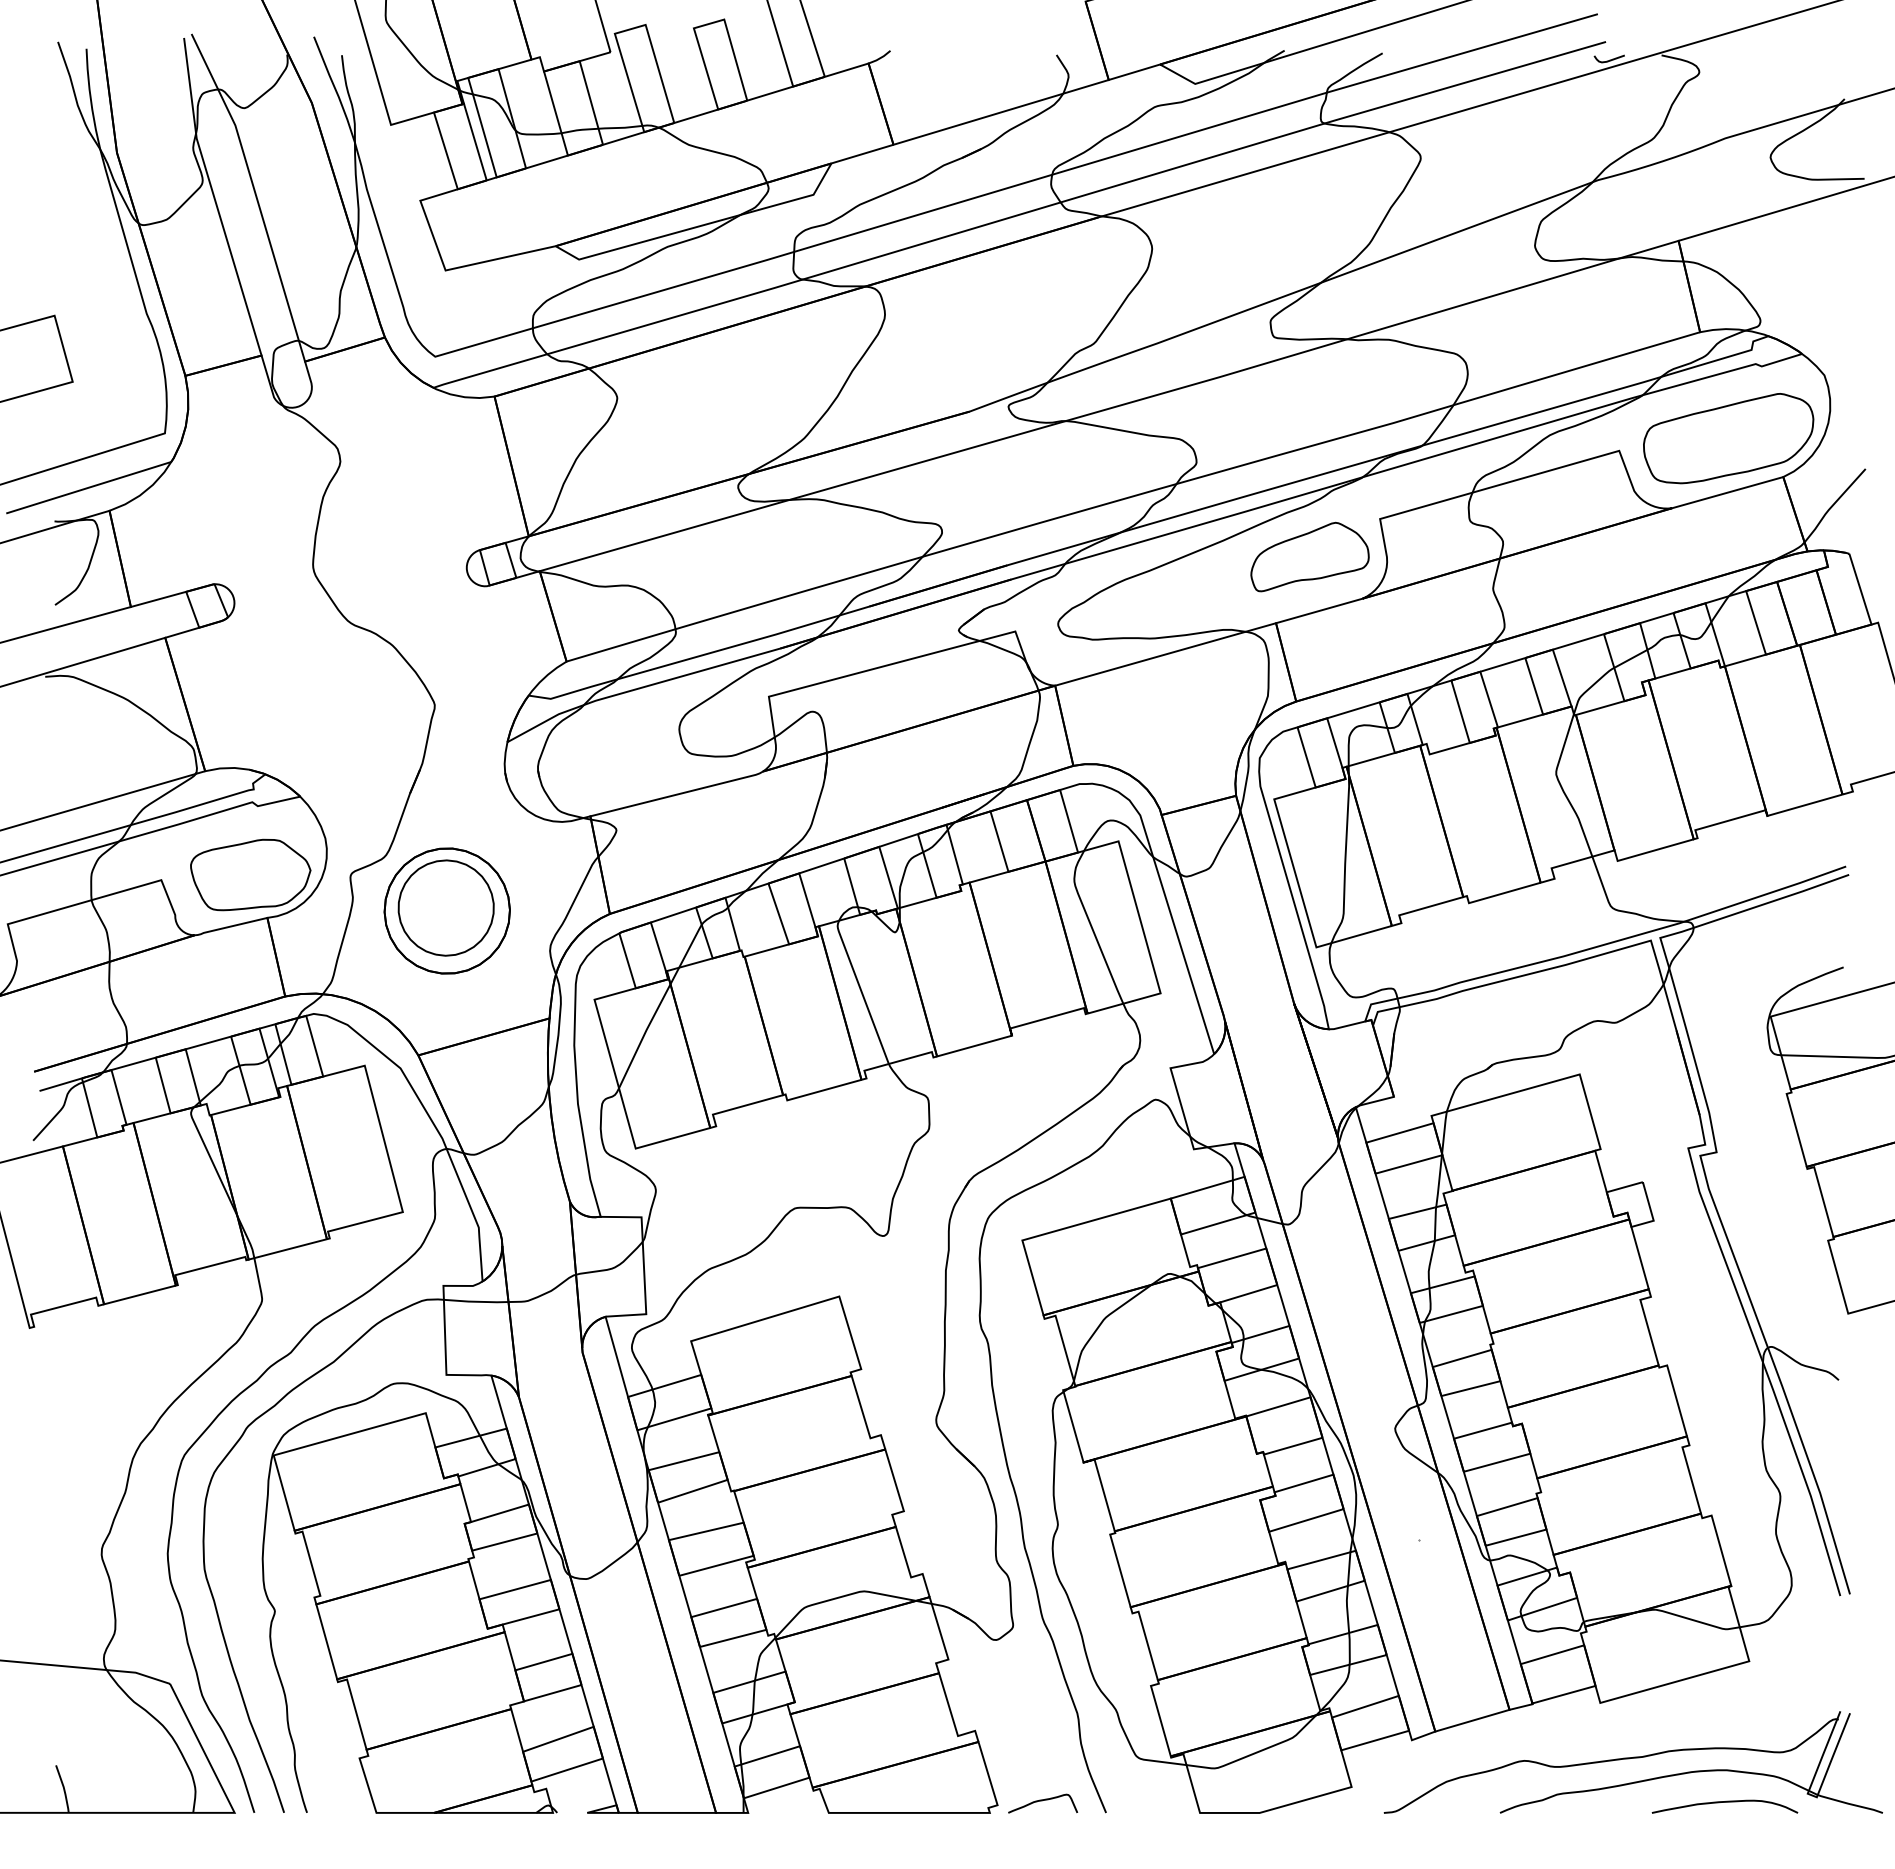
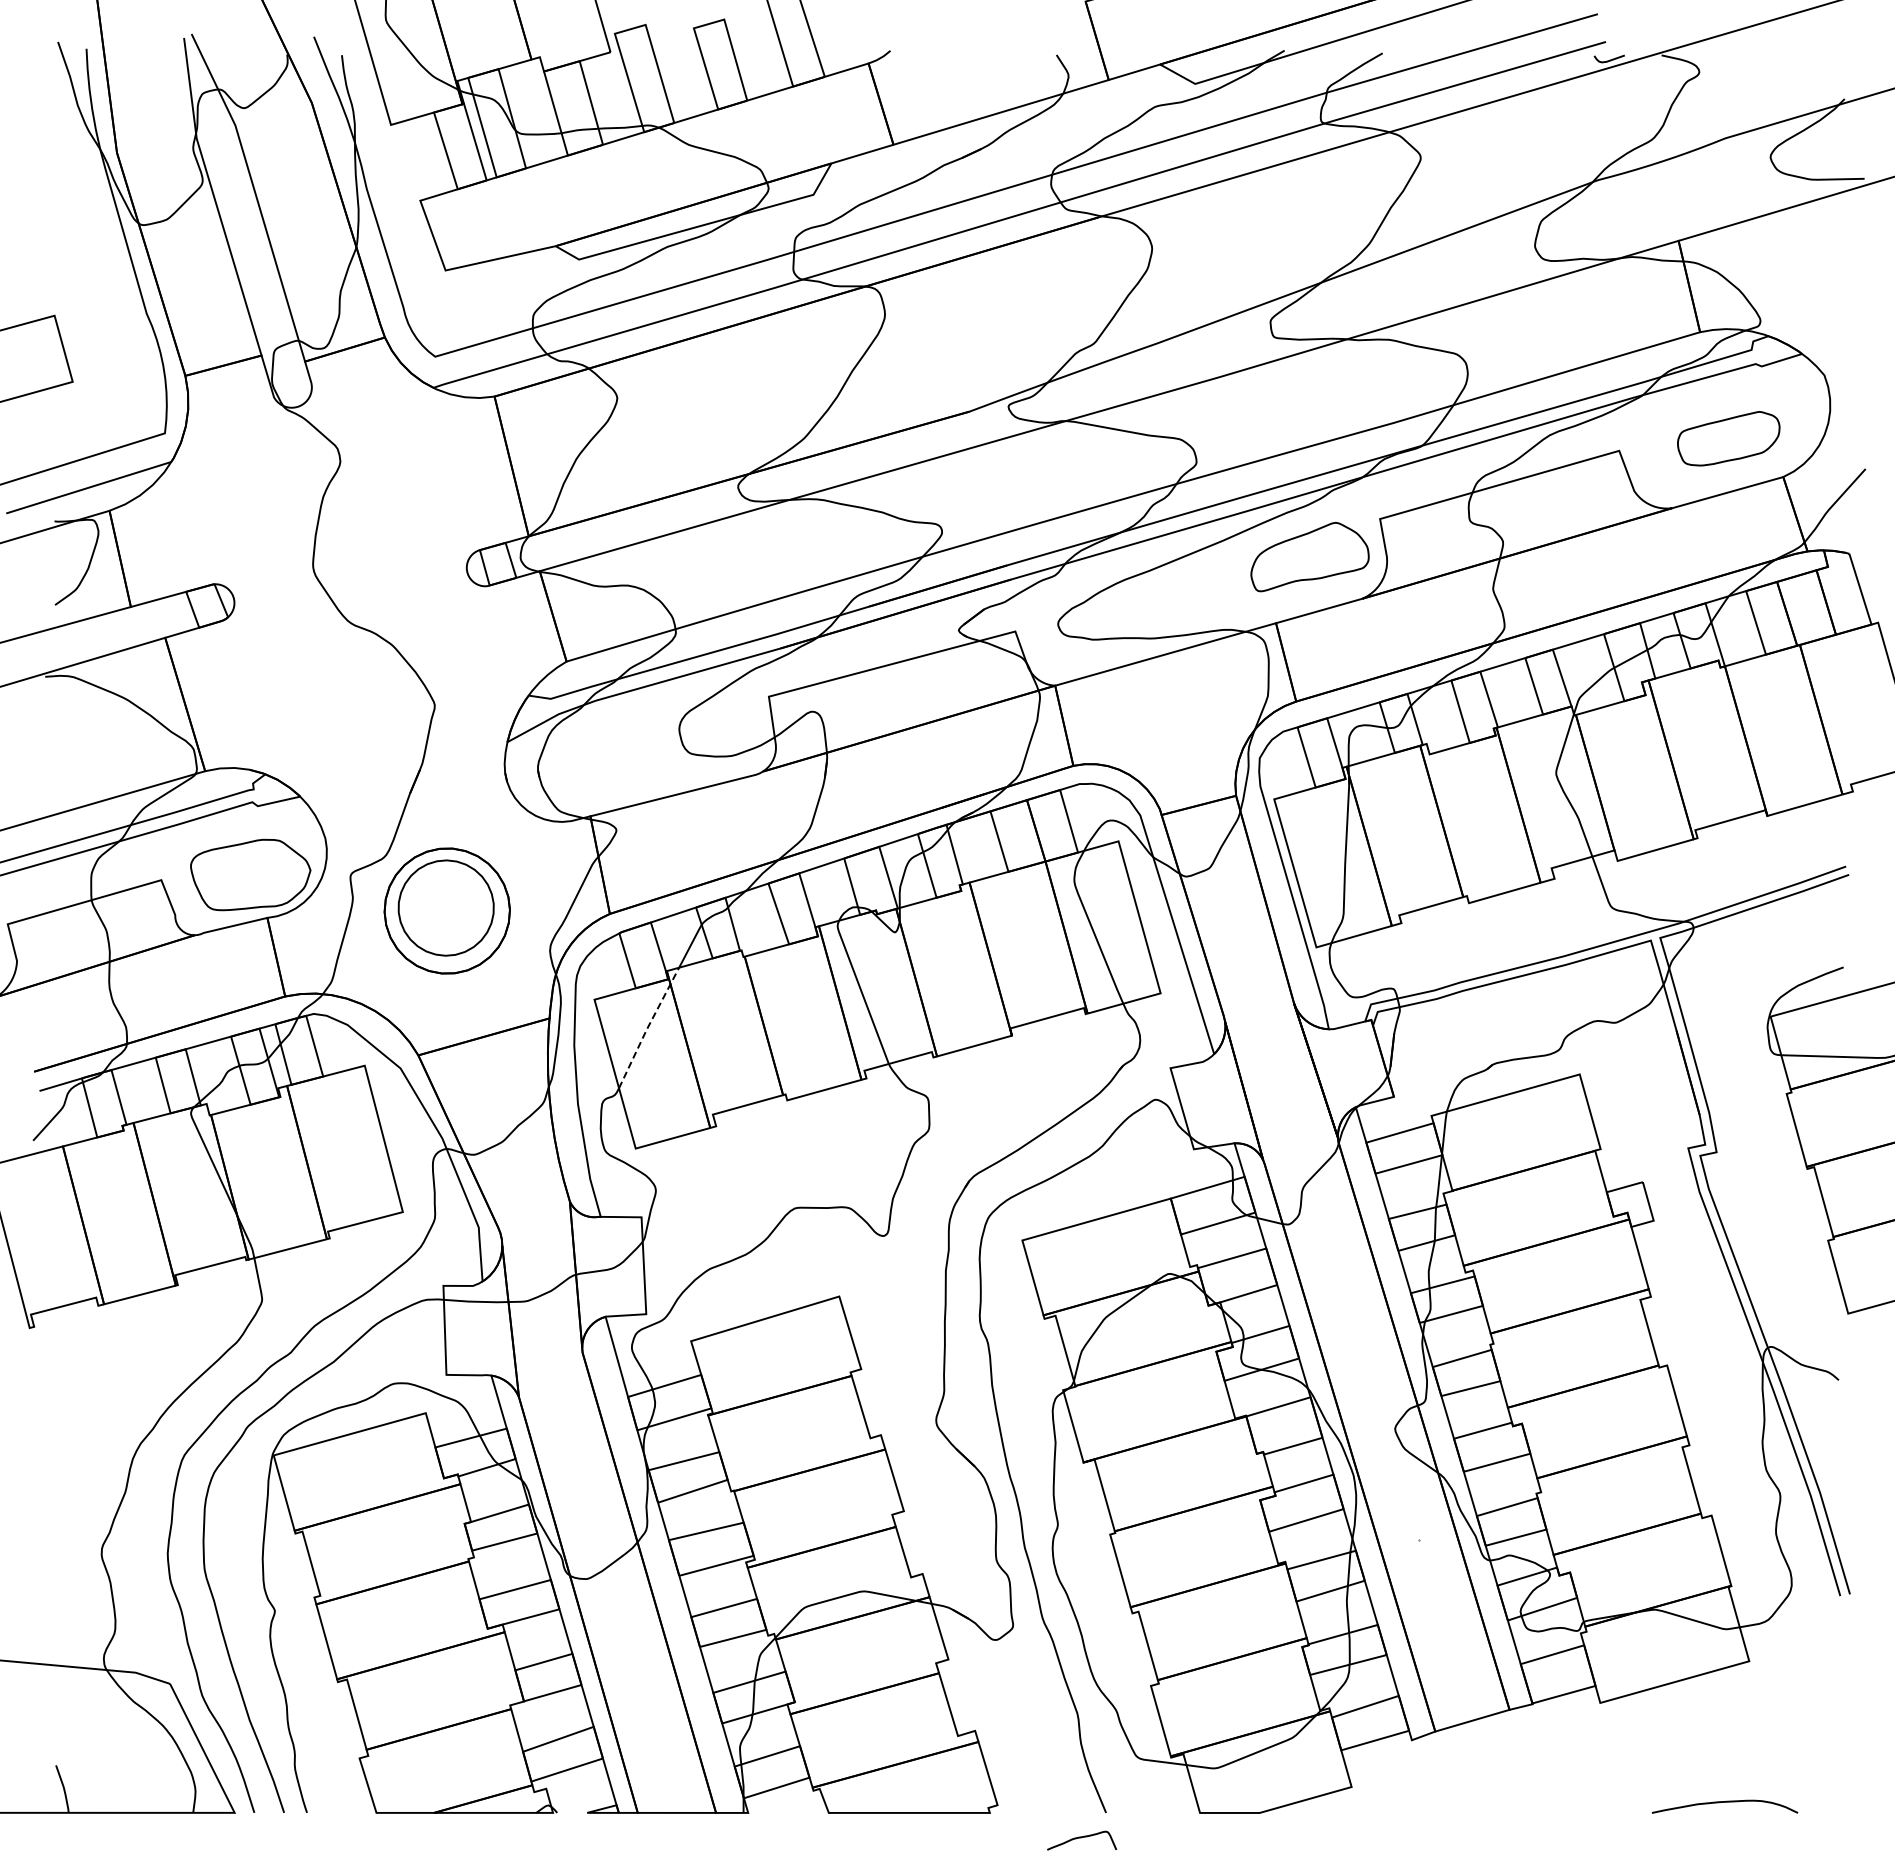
part at (1728, 438) size: 172x92 px -> 104x56 px
line at (648, 1027): solid -> dashed
part at (1632, 1762): present -> none
curve at (1042, 1801) position: (1042, 1801) -> (1081, 1838)
